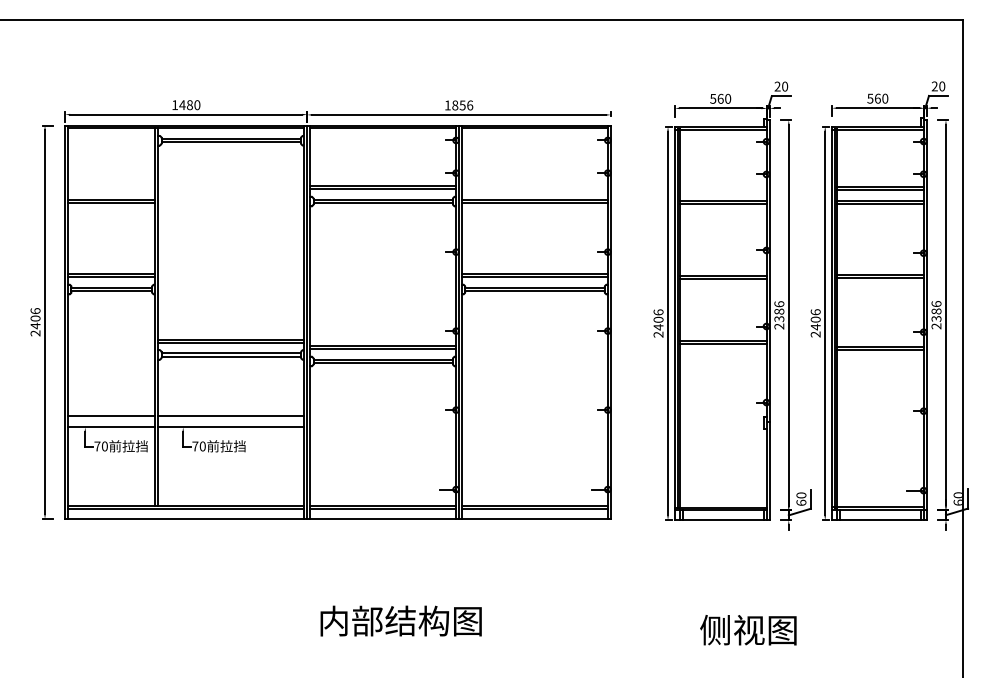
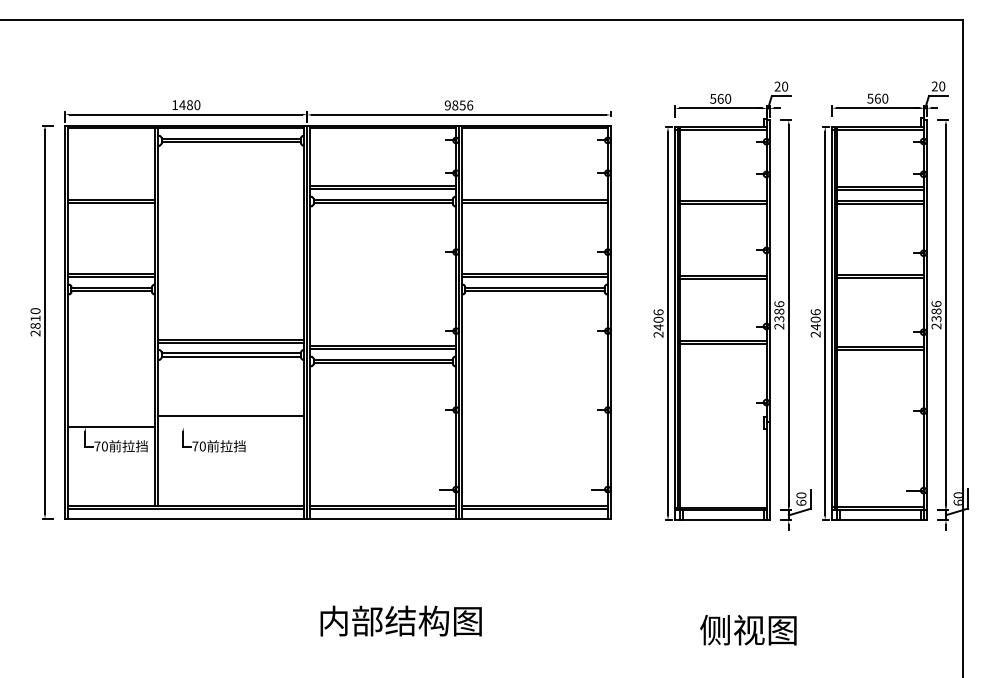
text at (447, 105): 1856 -> 9856
text at (35, 318): 2406 -> 2810
line at (111, 415): present -> none
line at (231, 427): present -> none
